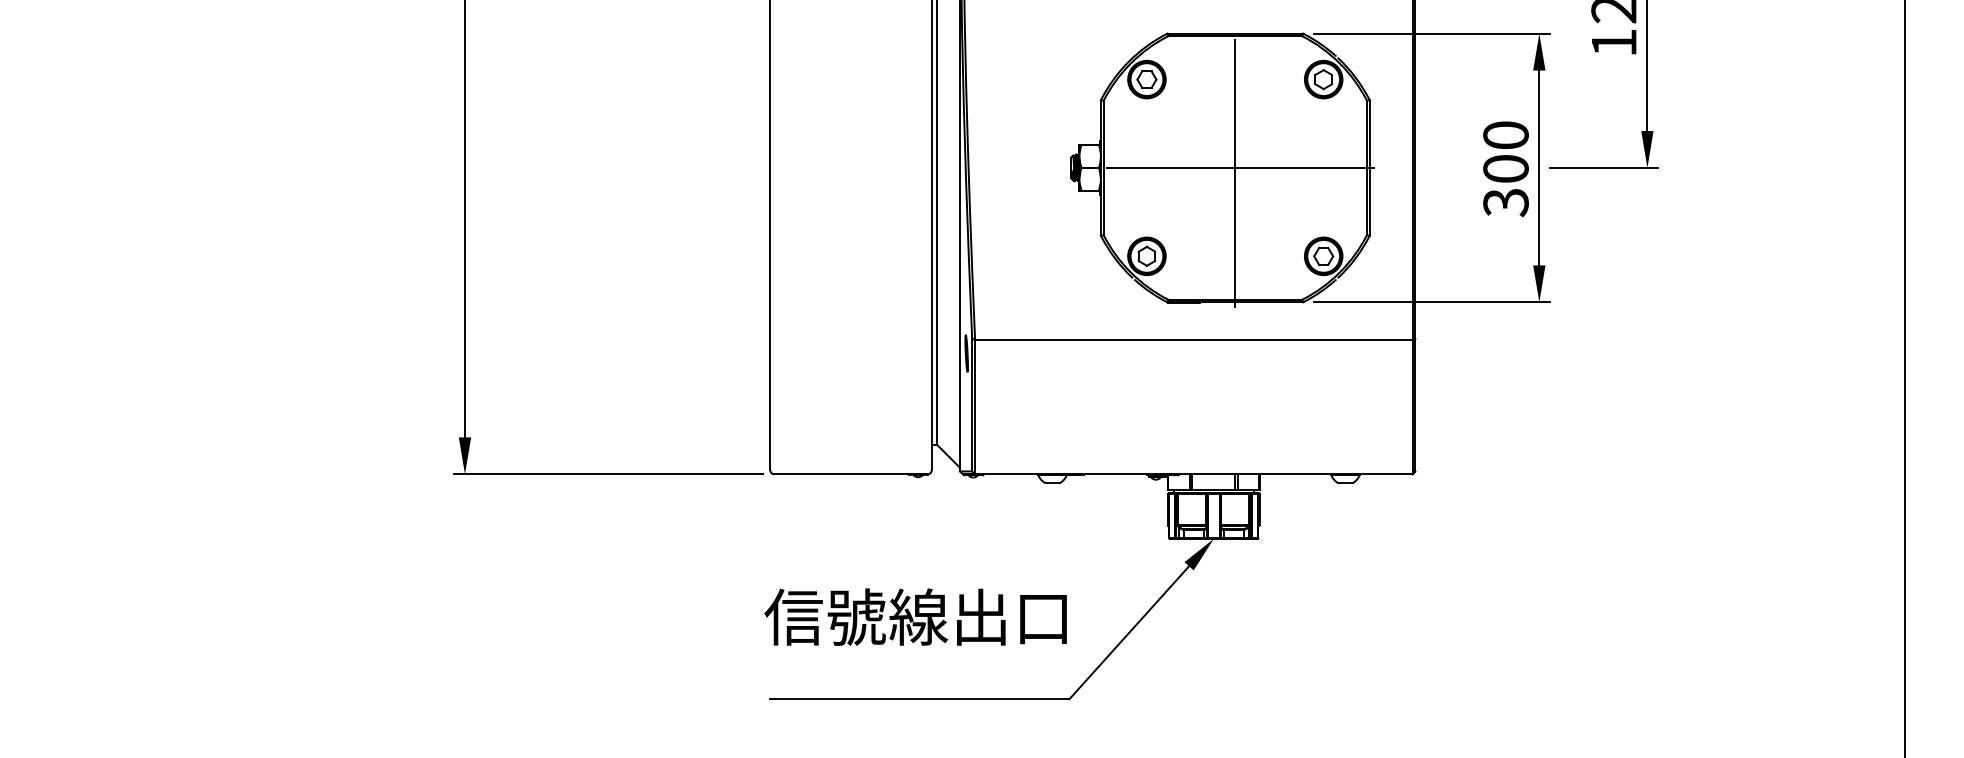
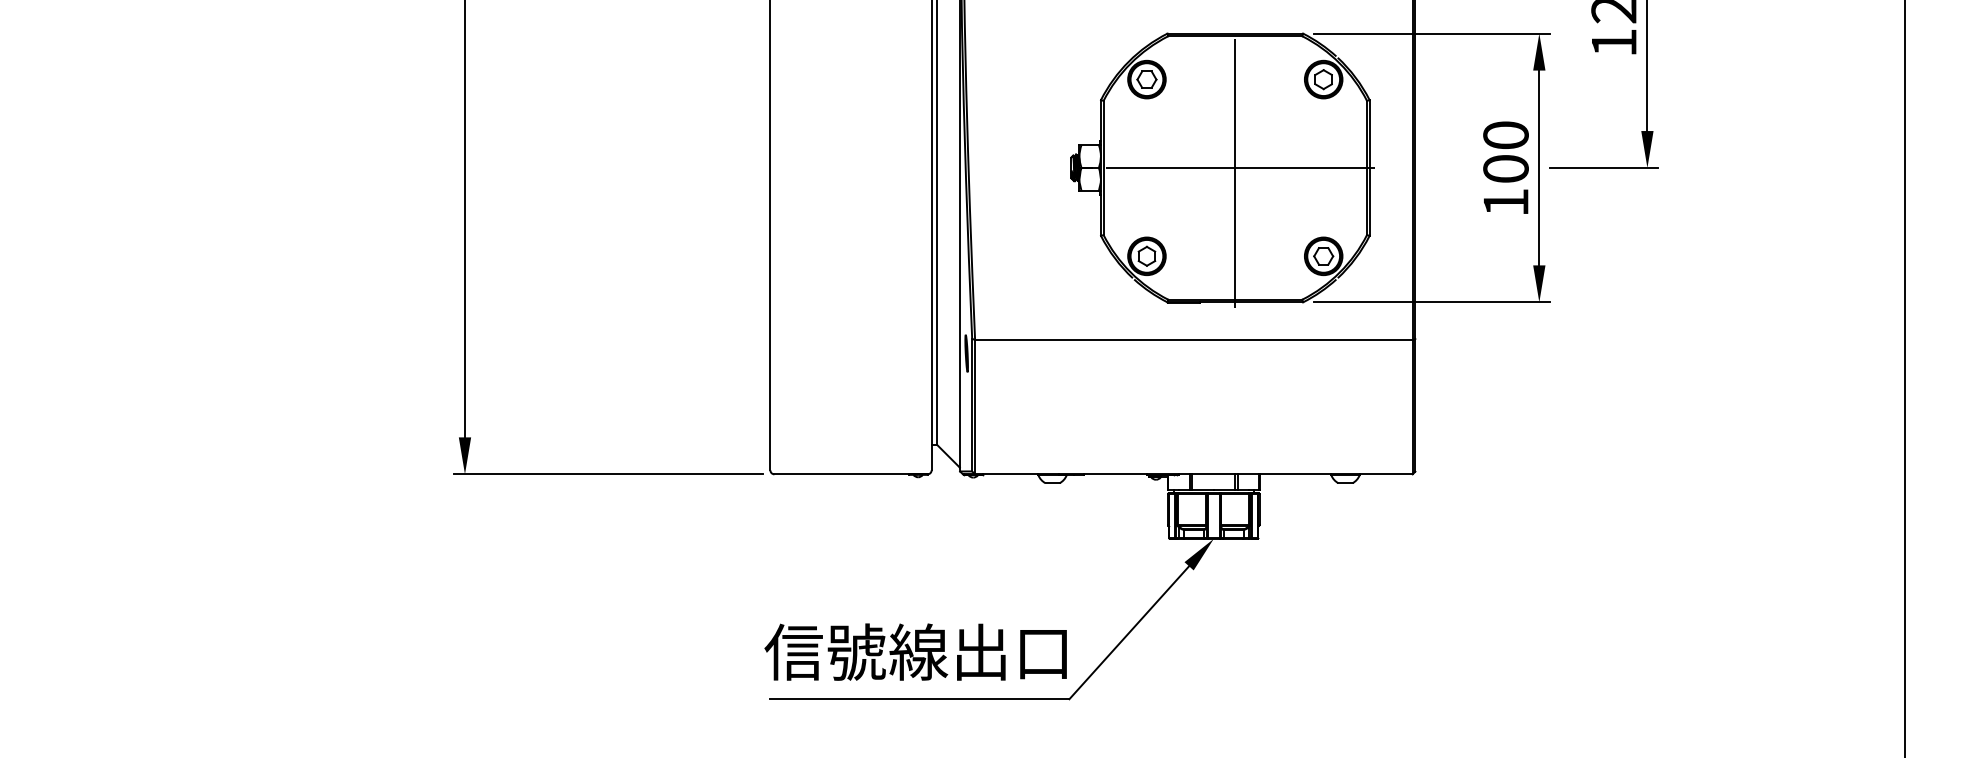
text at (1505, 203): 300 -> 100
text at (915, 616) position: (915, 616) -> (915, 651)
